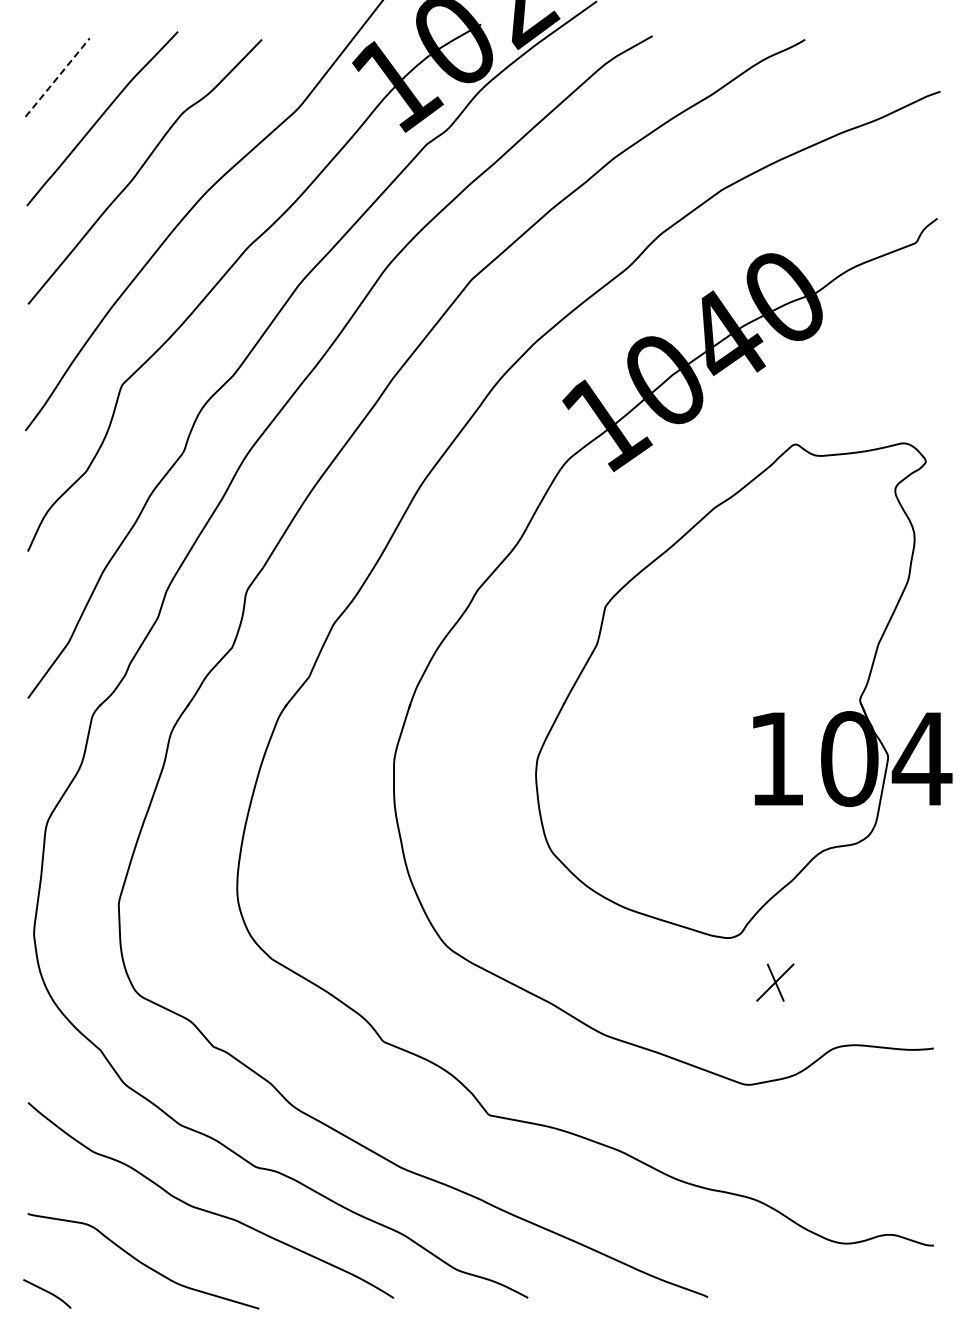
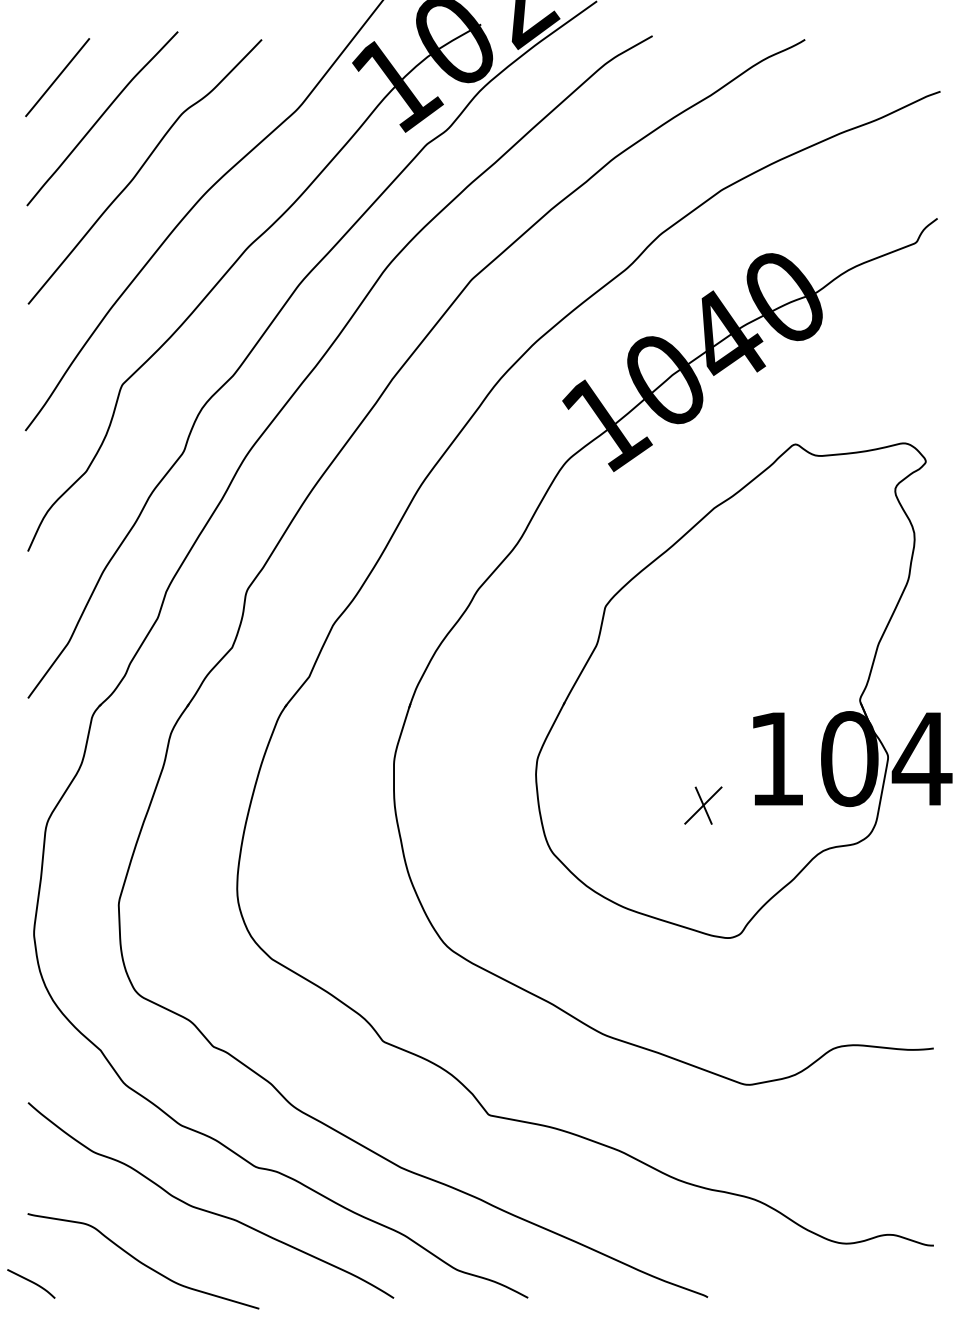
line at (58, 77): dashed -> solid
part at (775, 982) position: (775, 982) -> (703, 805)
curve at (47, 1292) position: (47, 1292) -> (31, 1282)
